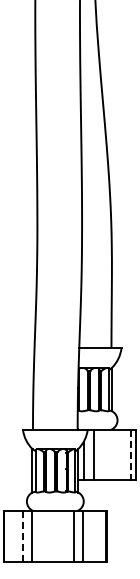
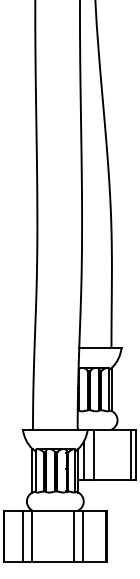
line at (130, 455): dashed -> solid
line at (23, 536): dashed -> solid
